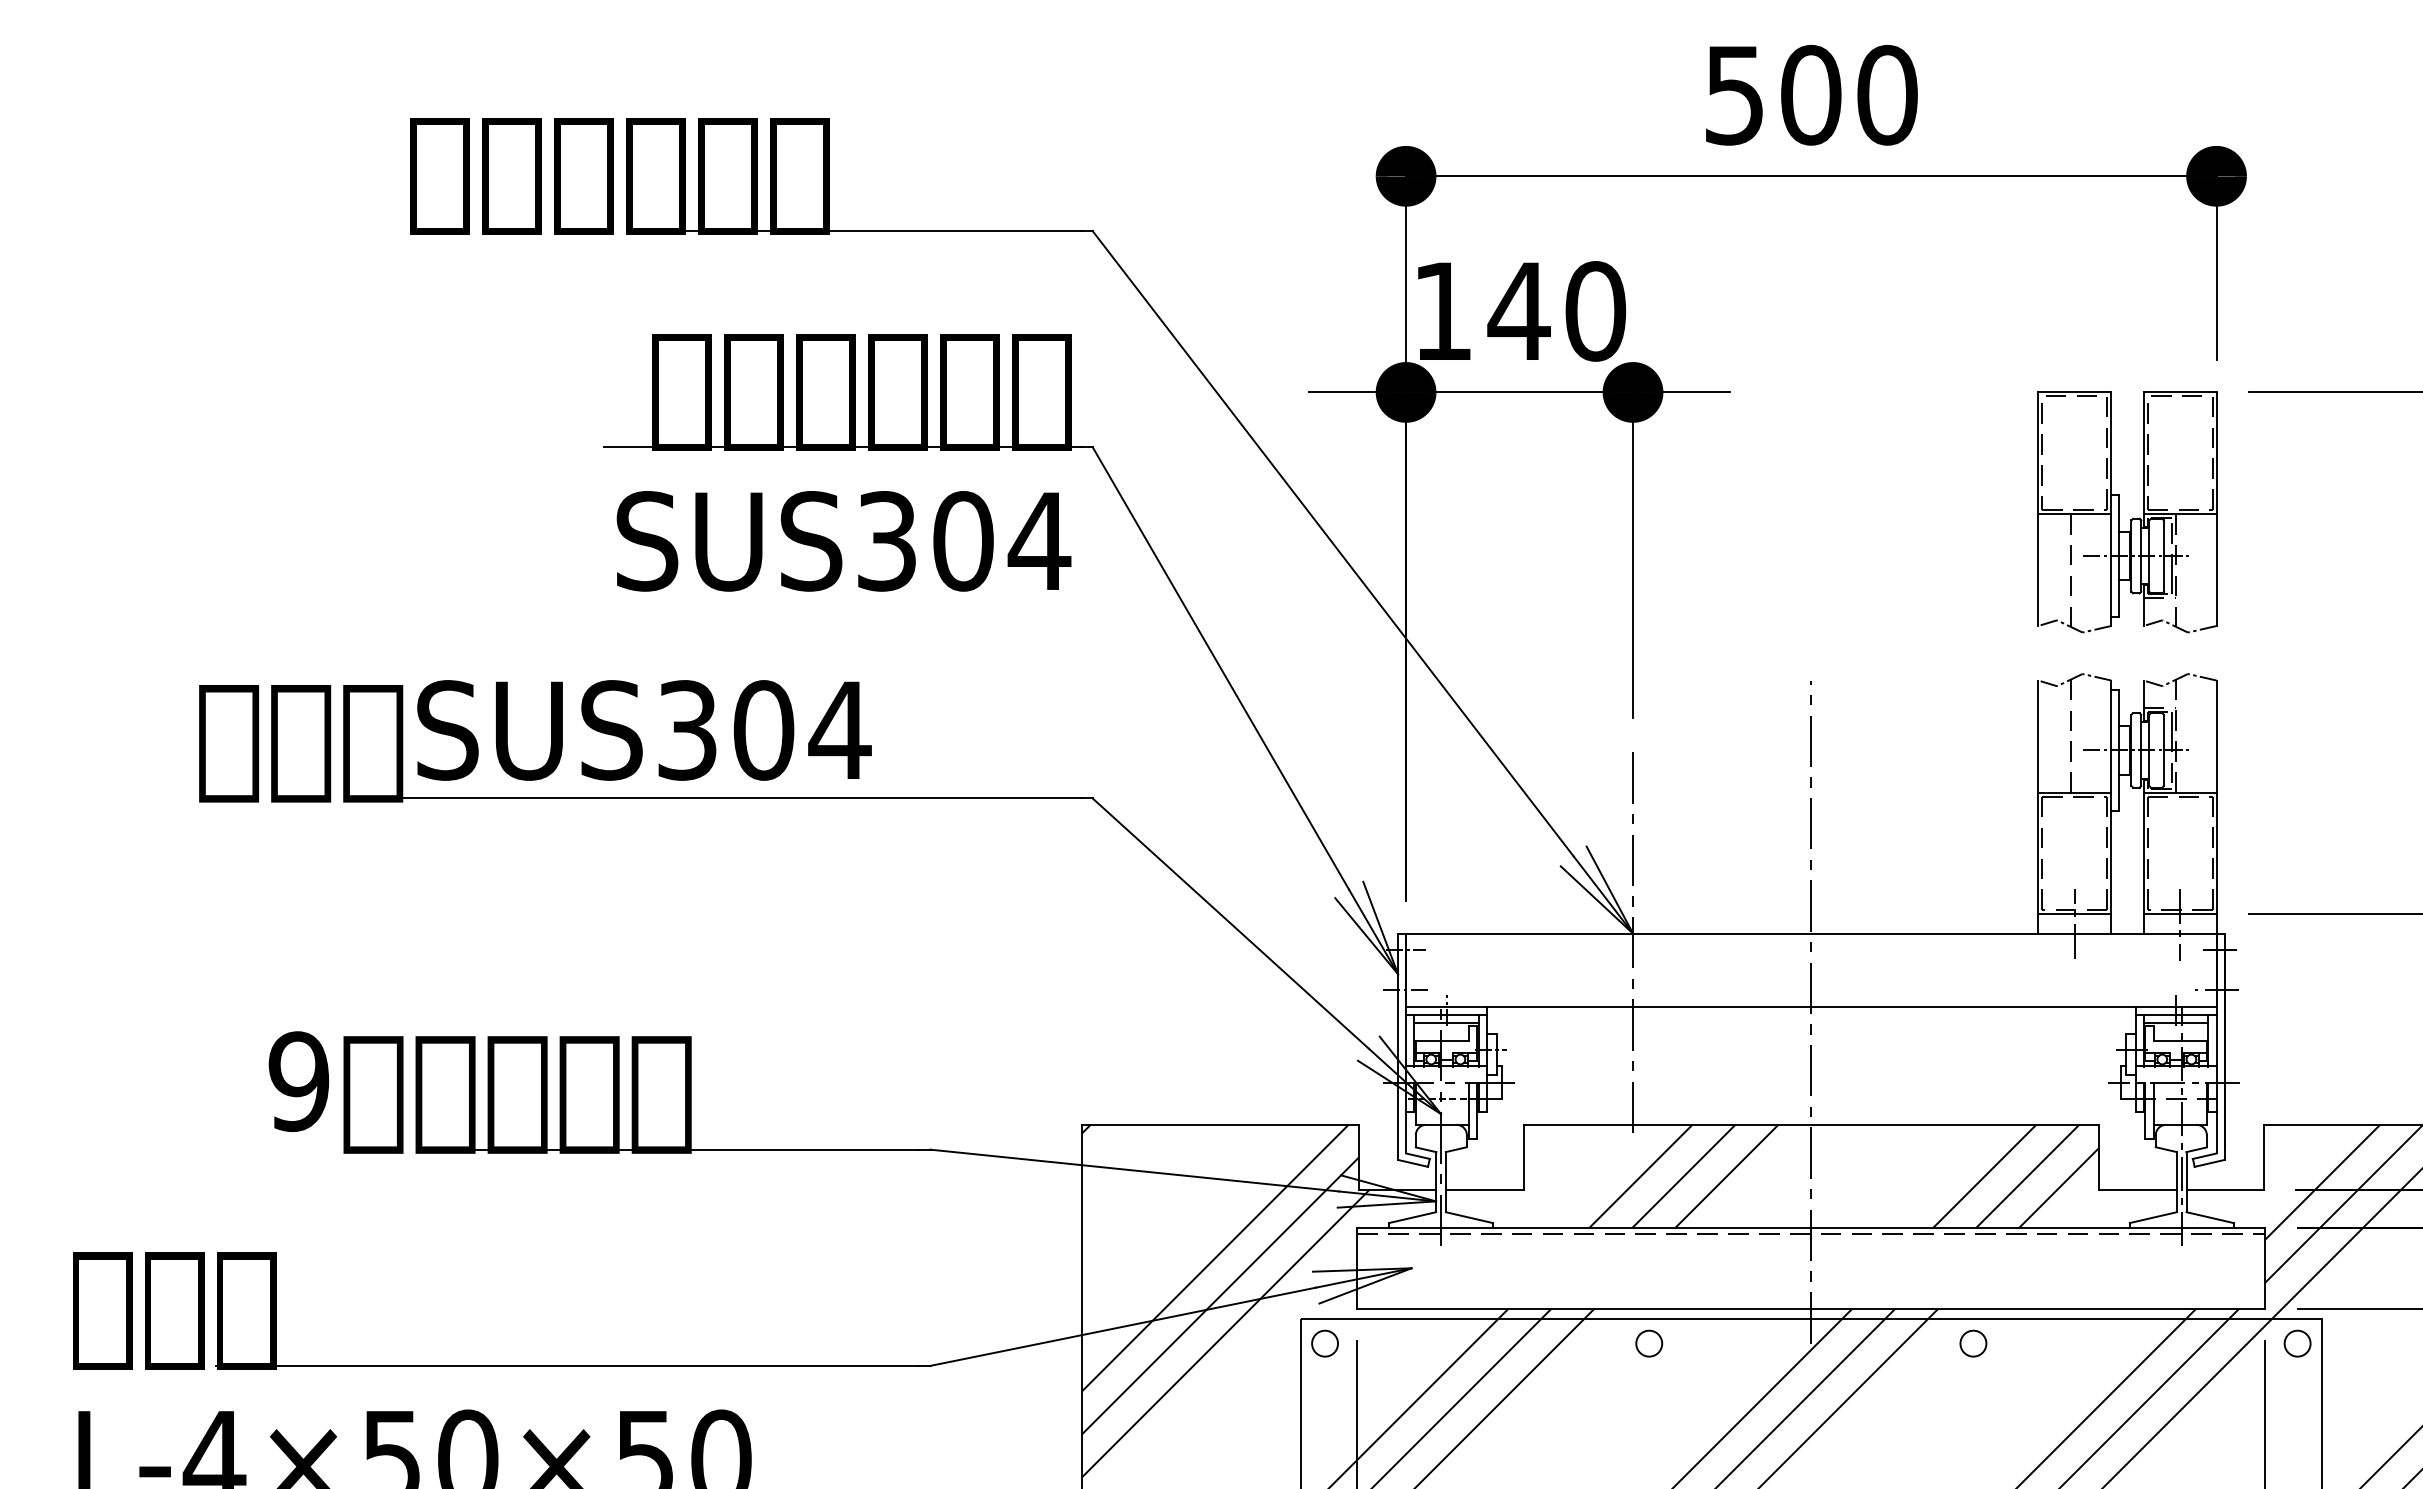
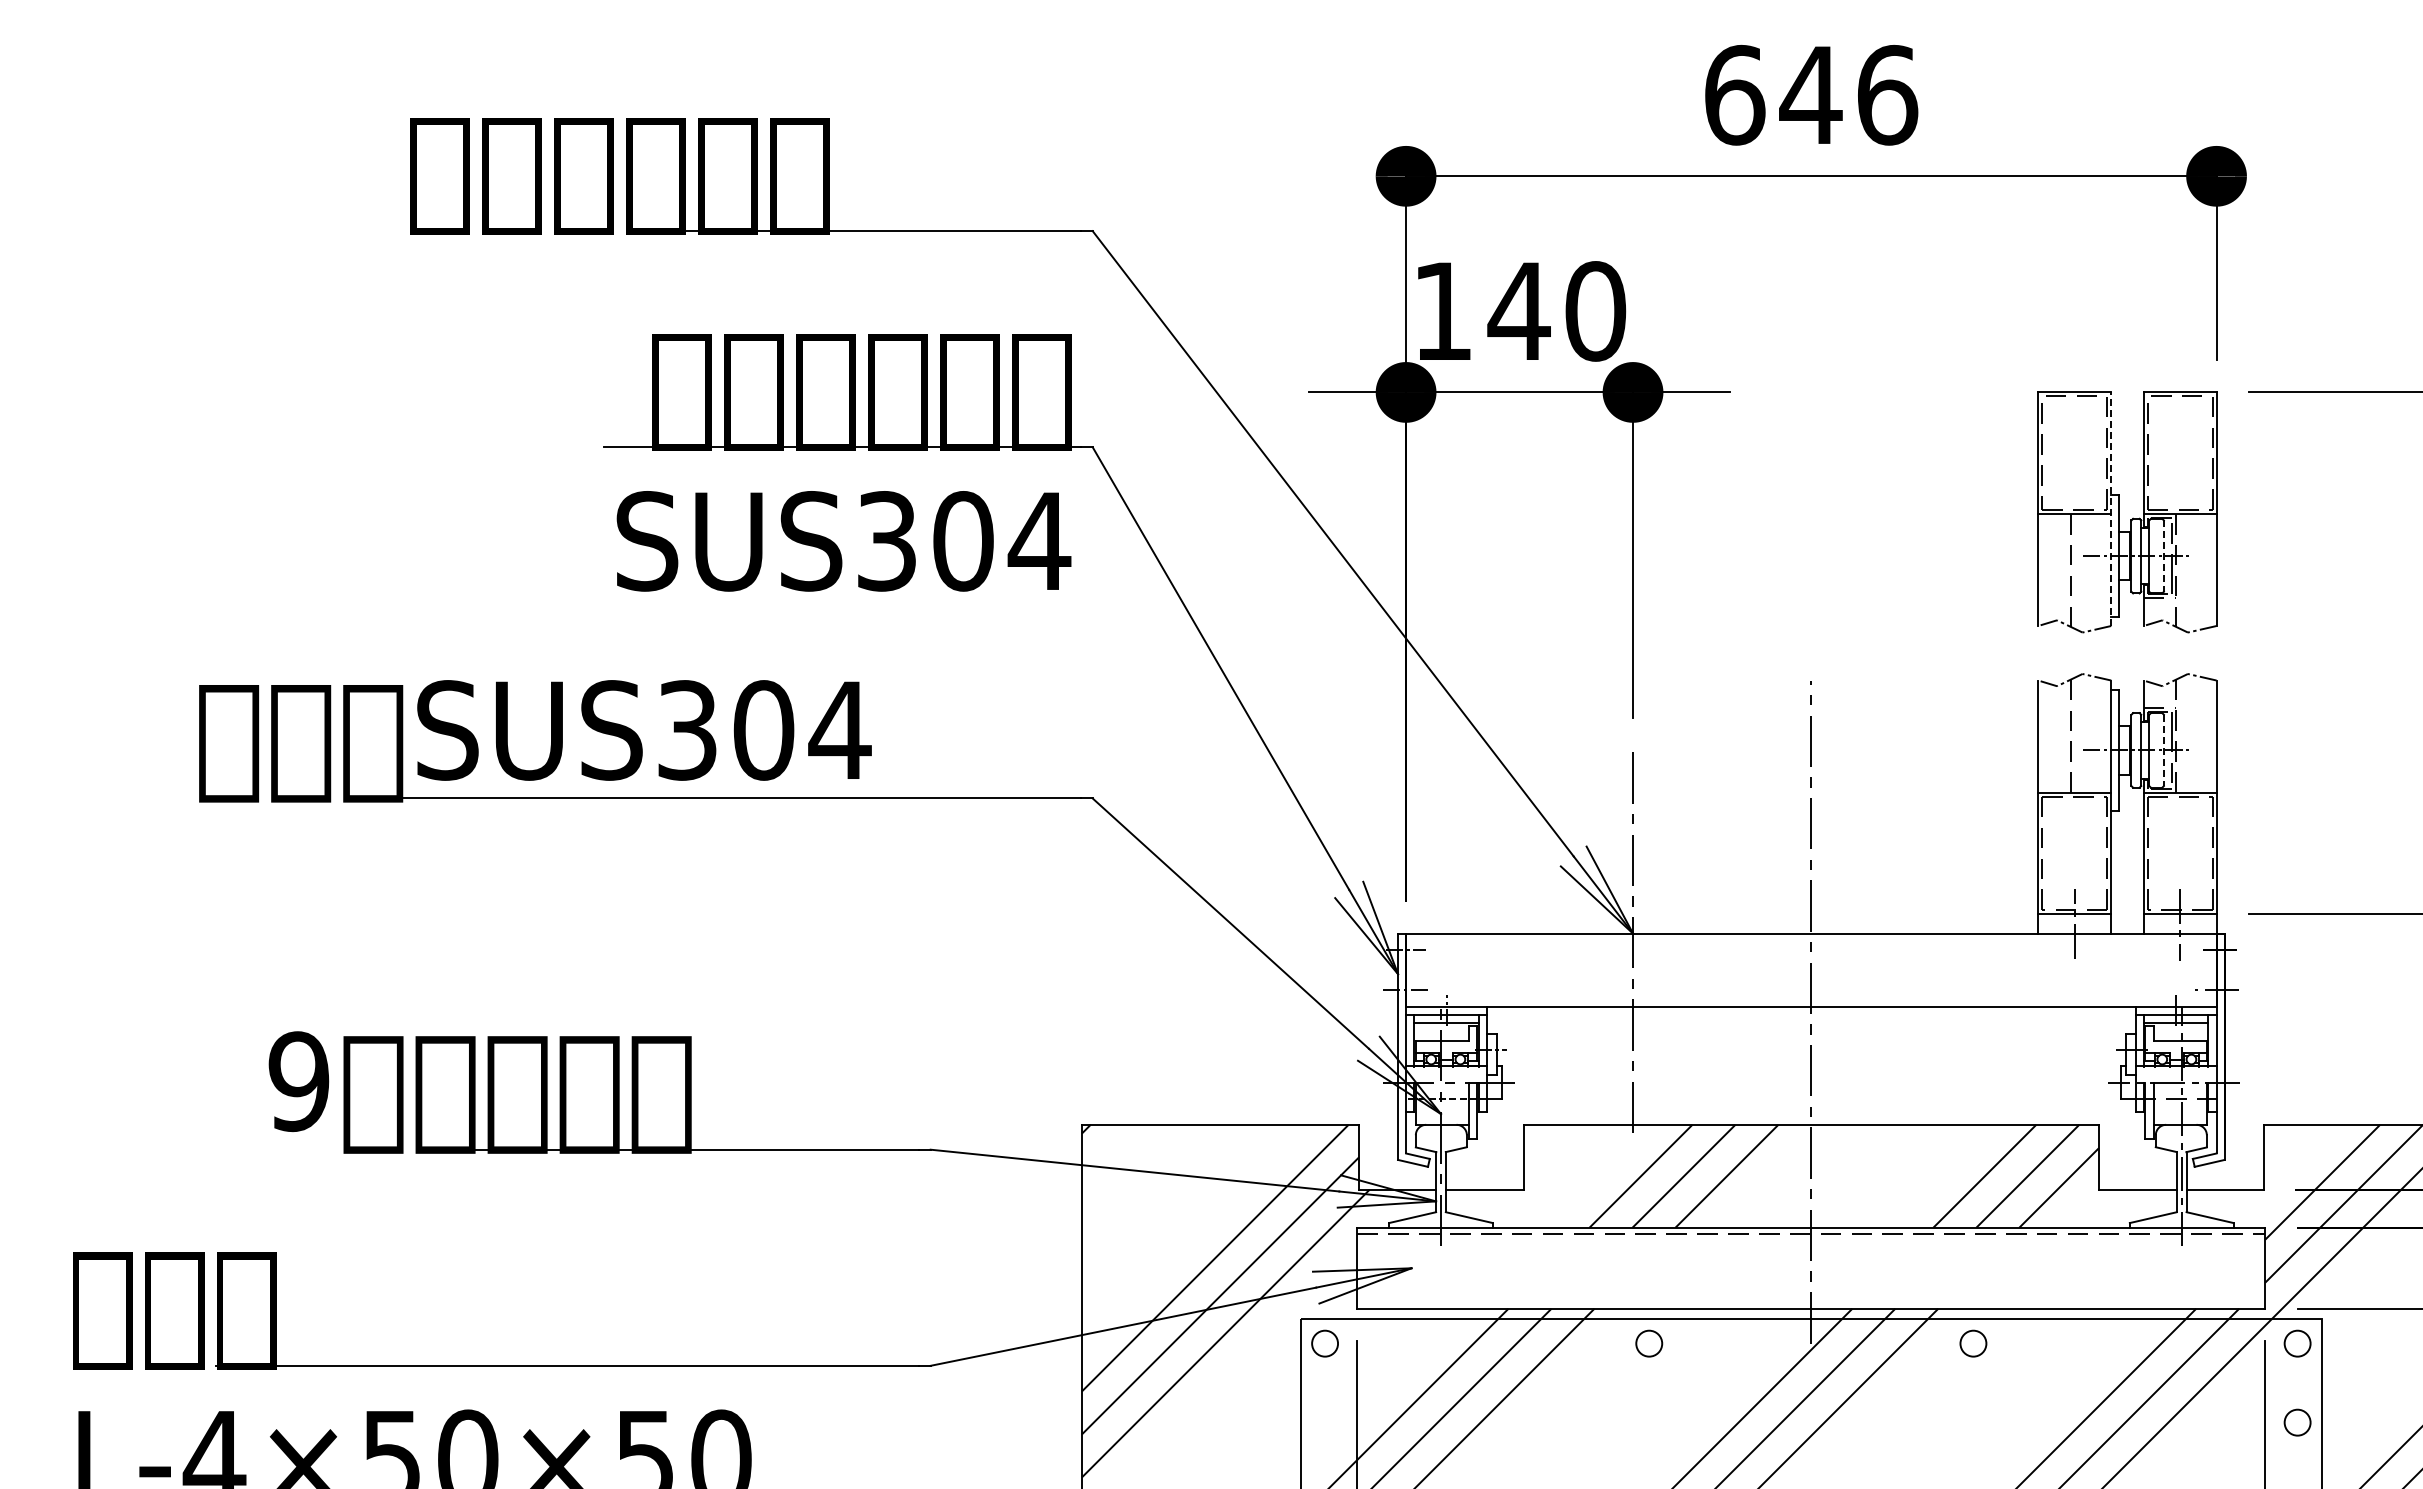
text at (1811, 94): 500 -> 646
line at (2111, 509): solid -> dashed
line at (2163, 556): solid -> dashed
line at (2163, 750): solid -> dashed
circle at (2297, 1422): none -> present
